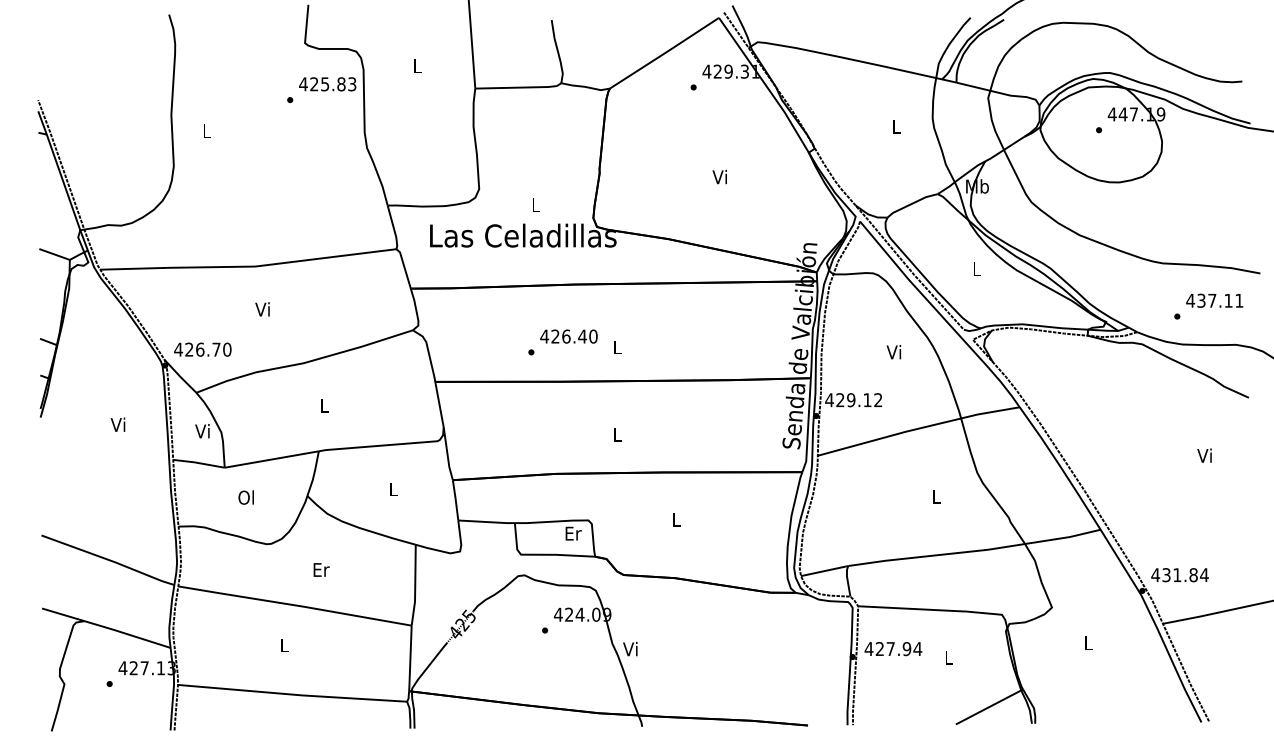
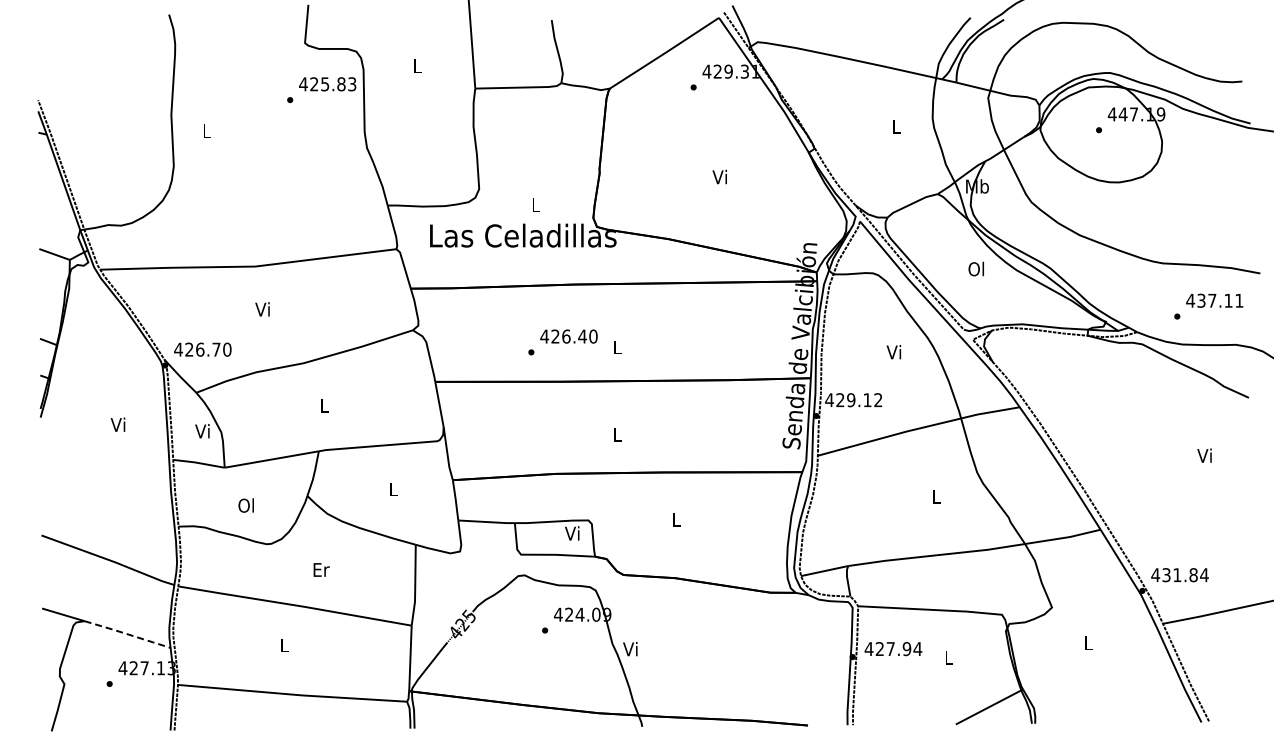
text at (975, 268): L -> Ol
text at (245, 497) position: (245, 497) -> (245, 505)
text at (573, 533): Er -> Vi
line at (126, 634): solid -> dashed
